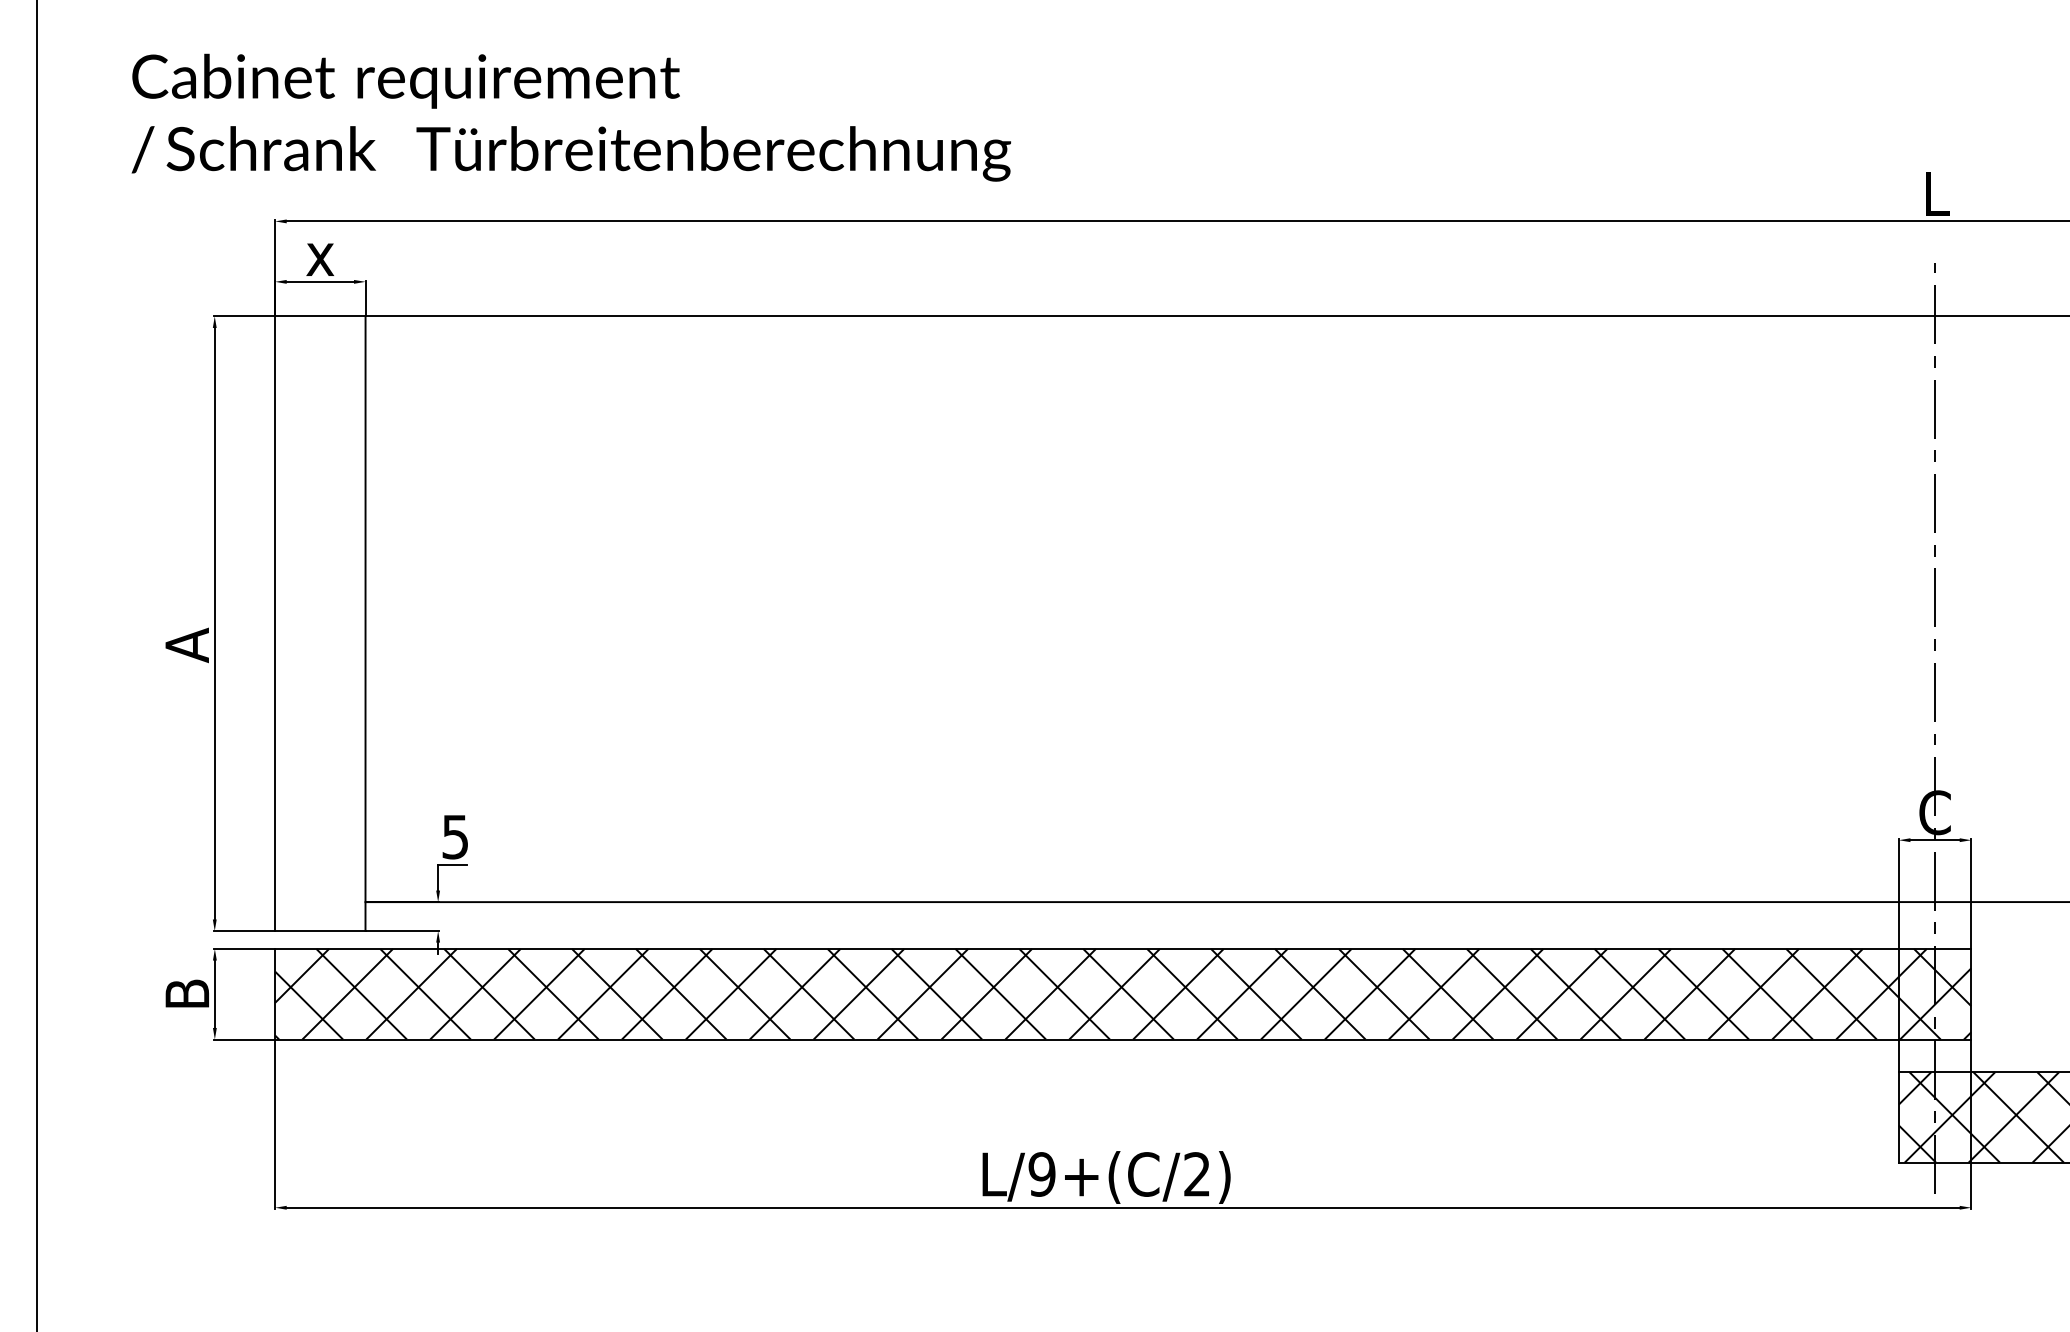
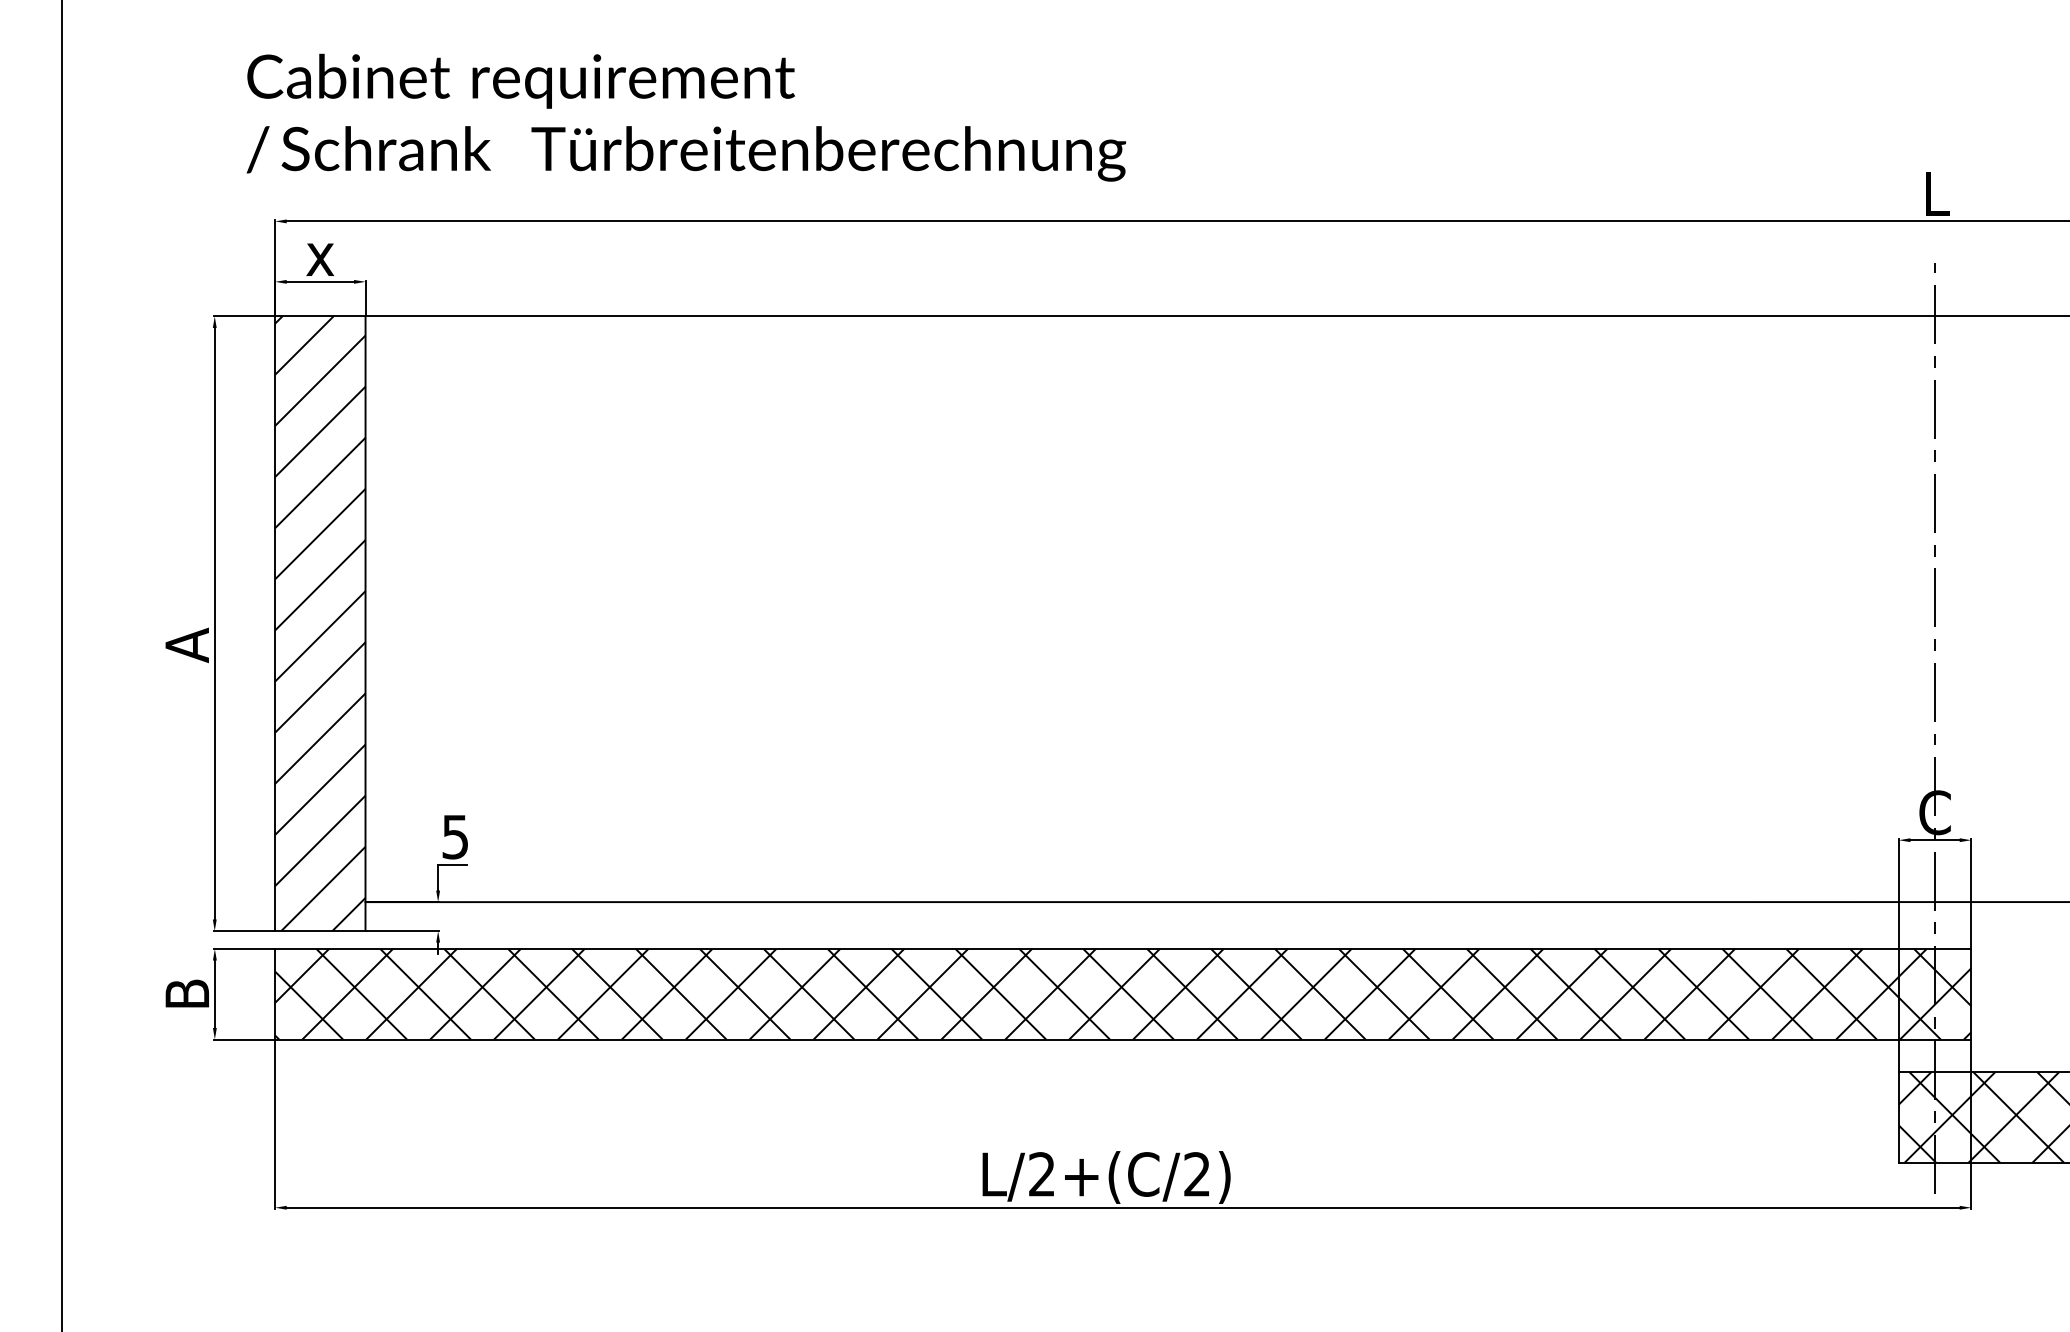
text at (570, 117) position: (570, 117) -> (685, 117)
hatch at (320, 623): none -> present
line at (37, 665) position: (37, 665) -> (62, 665)
text at (1041, 1174): L/9+(C/2) -> L/2+(C/2)
